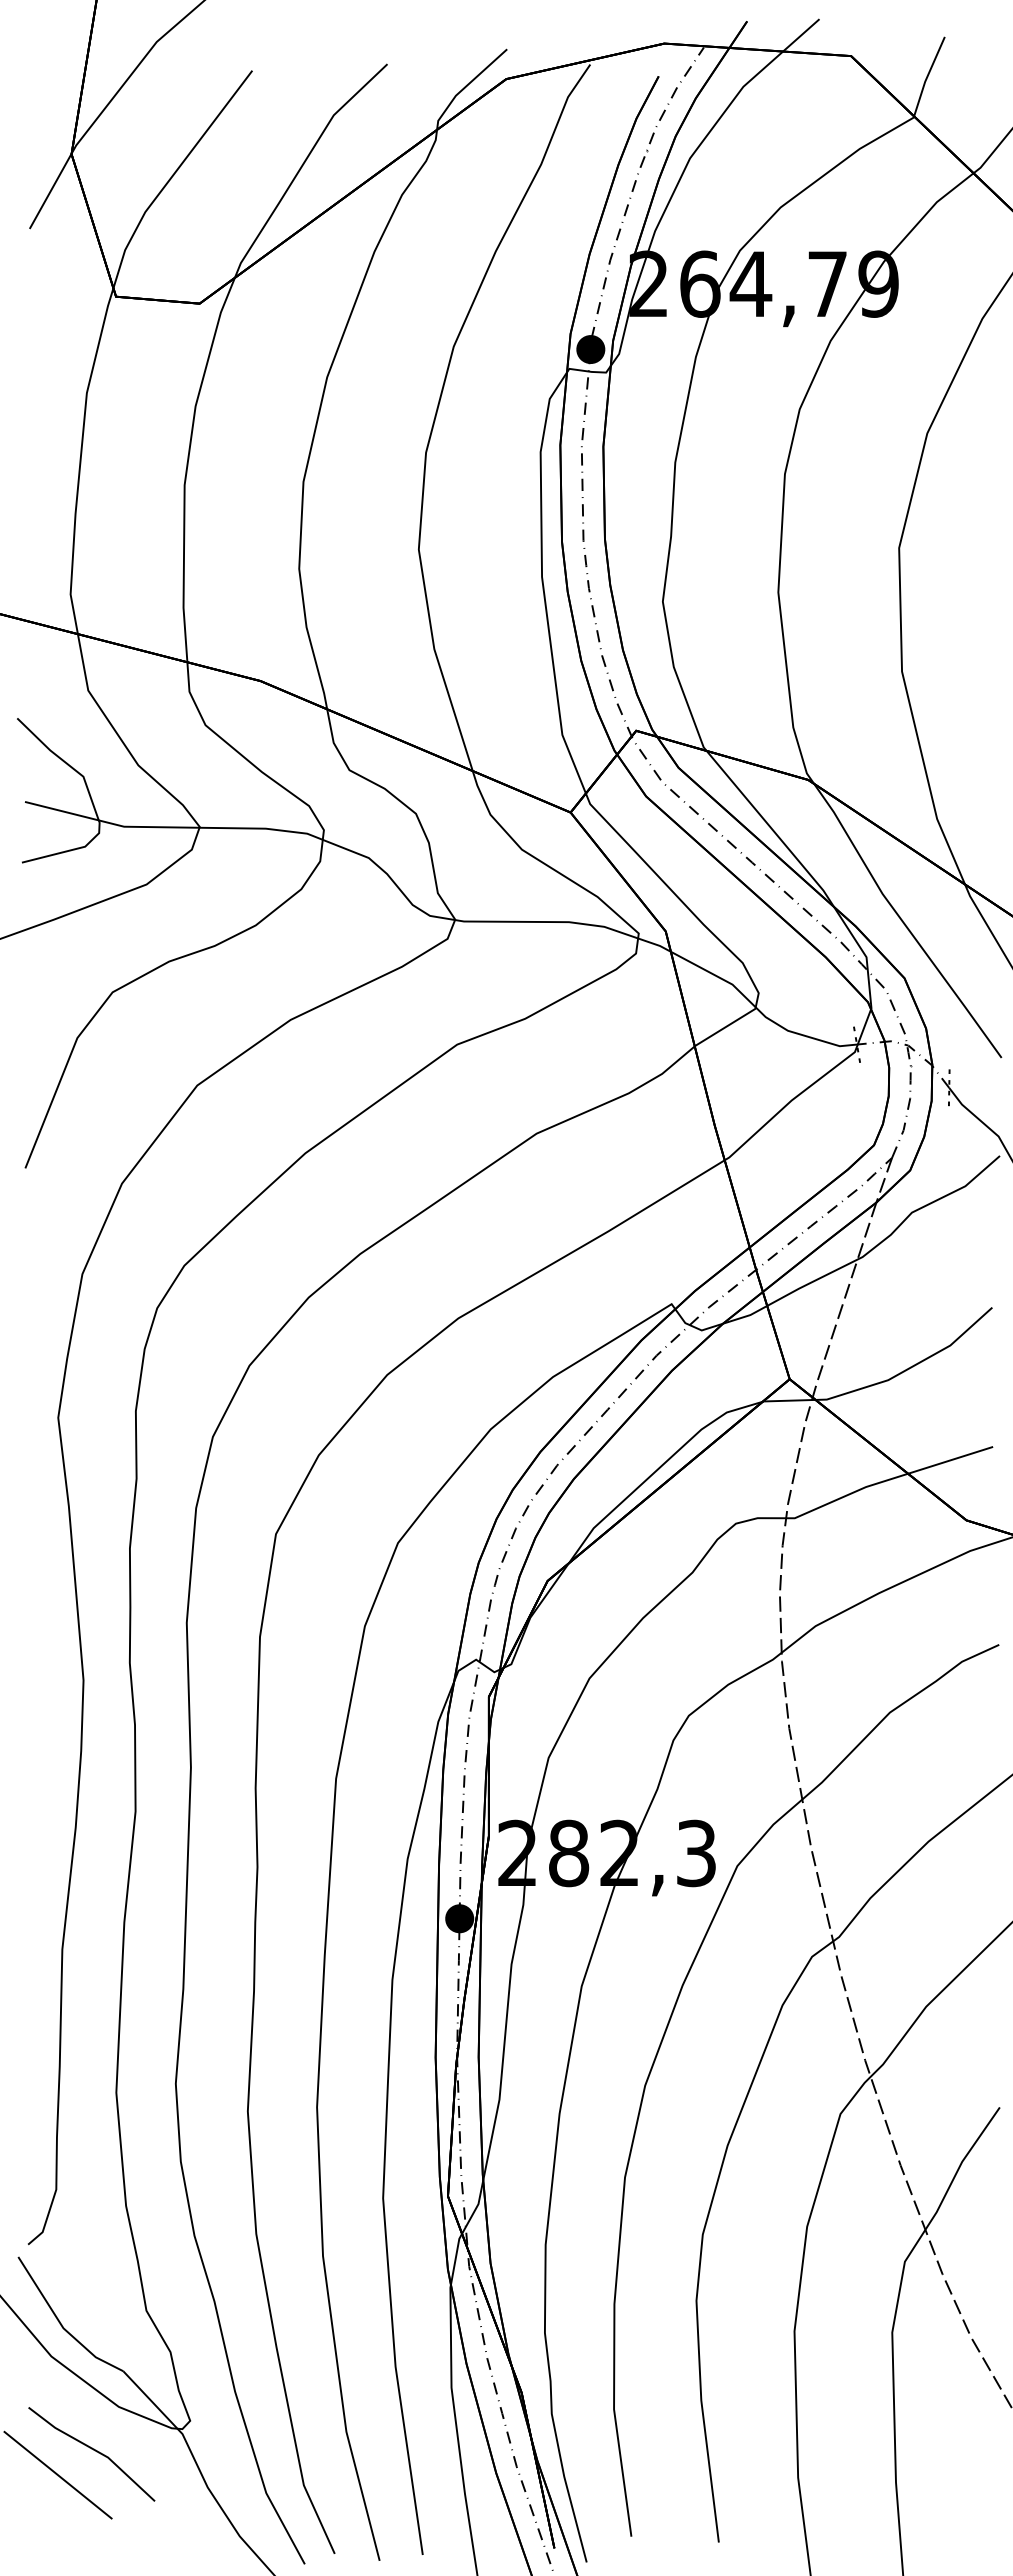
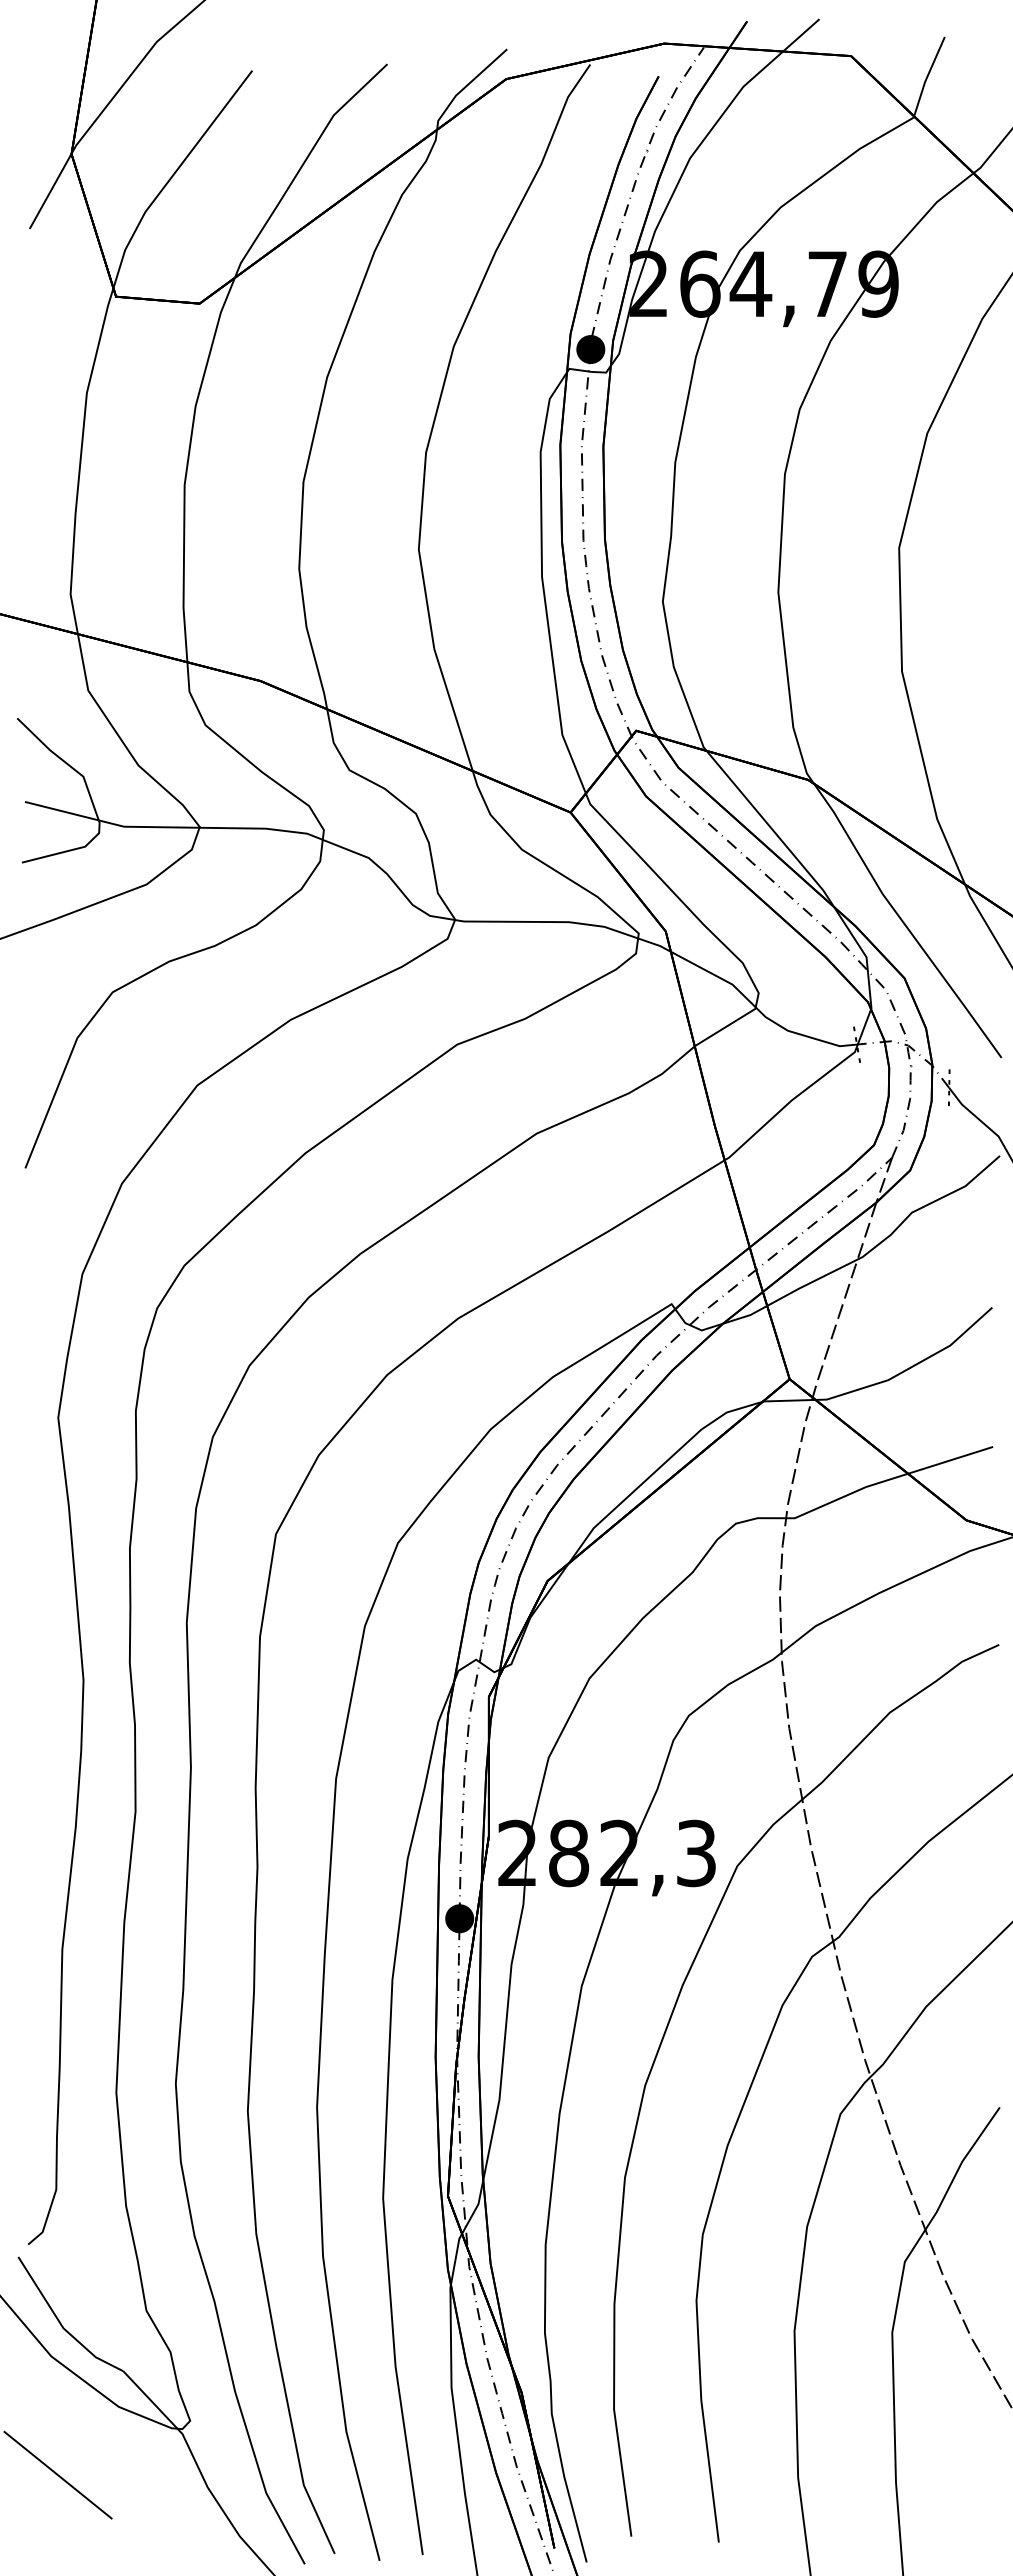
line at (93, 2450): present -> none
